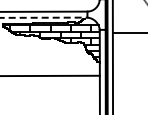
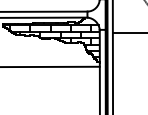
line at (44, 17): dashed -> solid
line at (50, 75) position: (50, 75) -> (50, 66)
